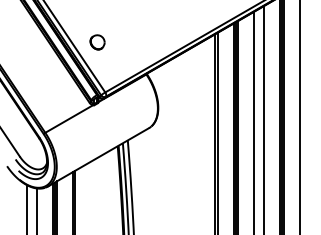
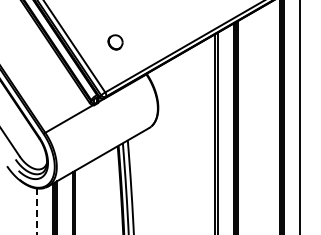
part at (97, 42) position: (97, 42) -> (115, 42)
line at (264, 118): present -> none
line at (253, 121): present -> none
line at (26, 208): present -> none
line at (37, 211): solid -> dashed
